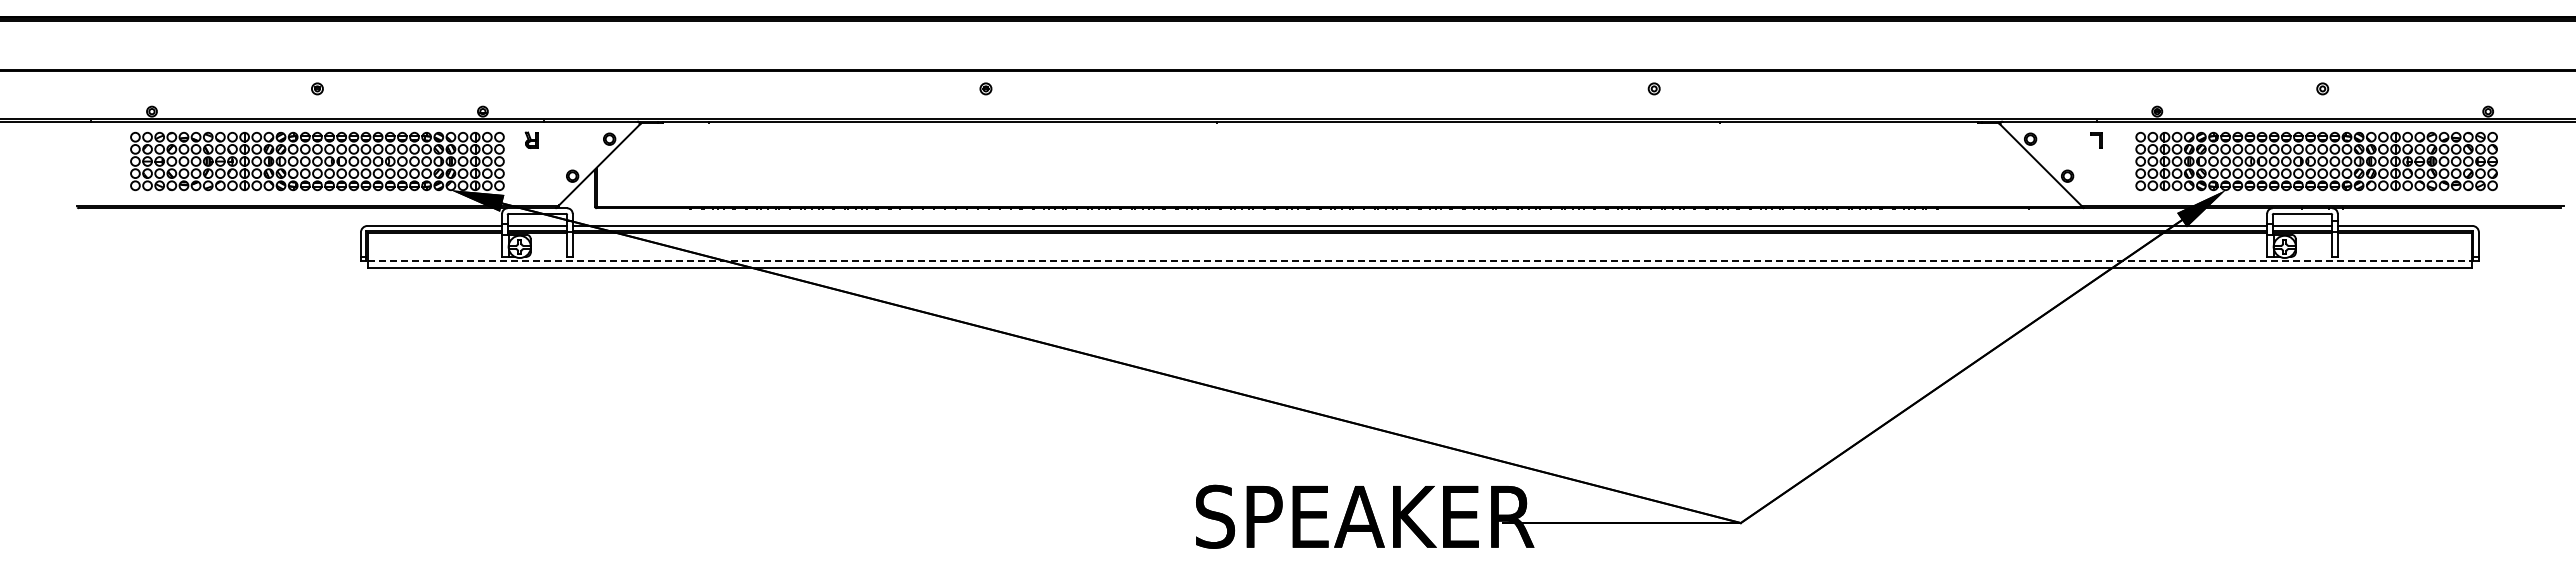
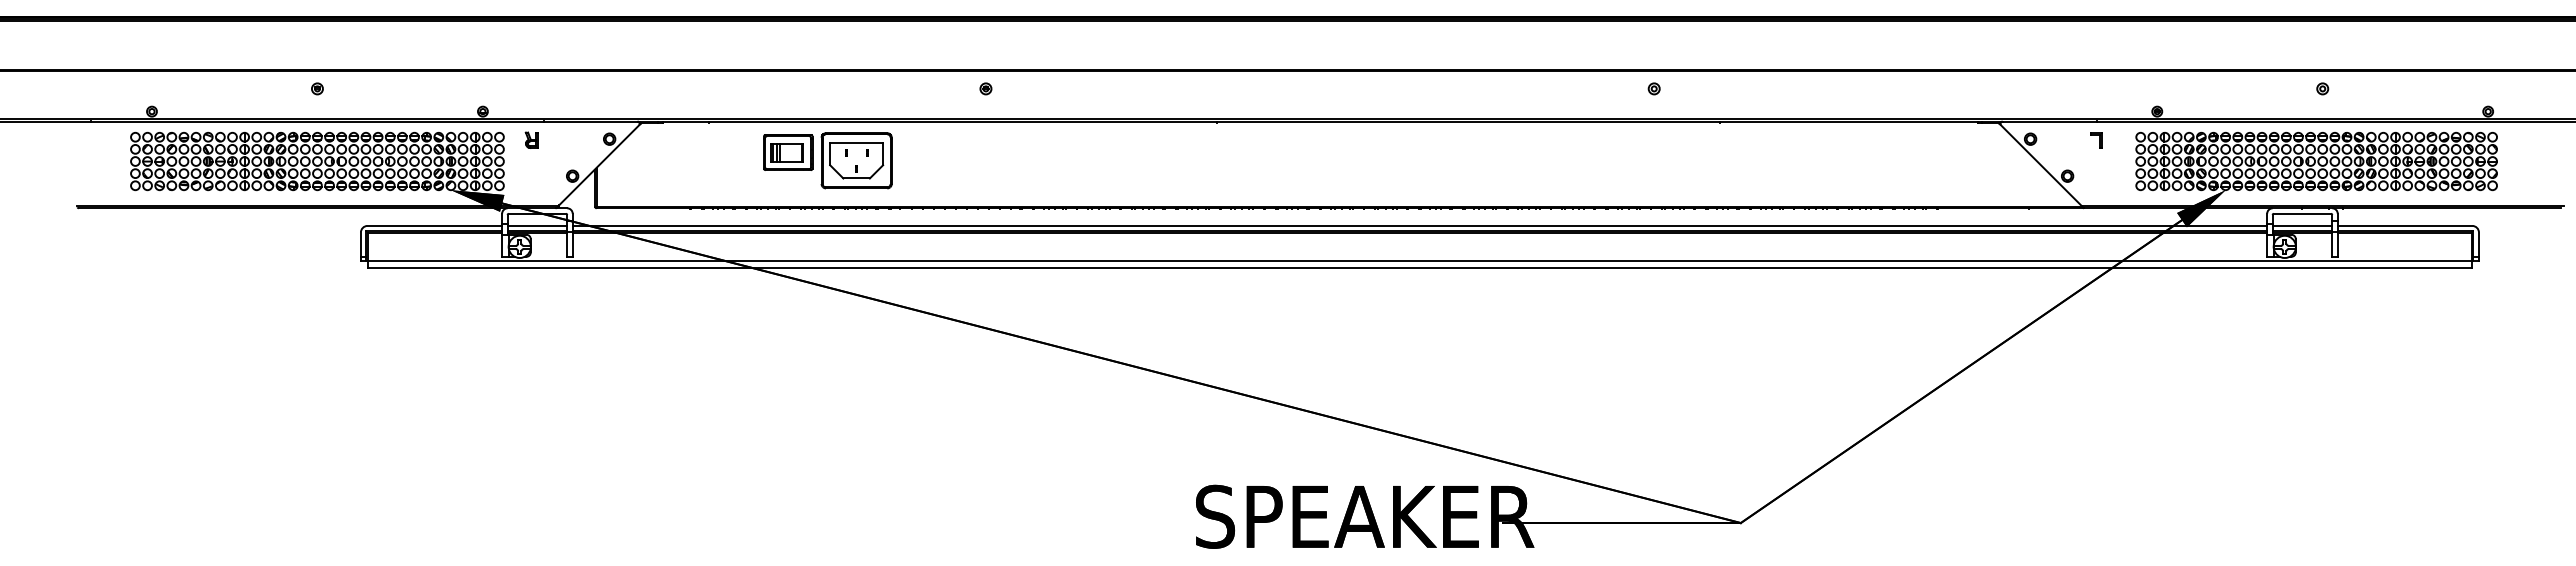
part at (827, 160): none -> present
line at (1420, 261): dashed -> solid
